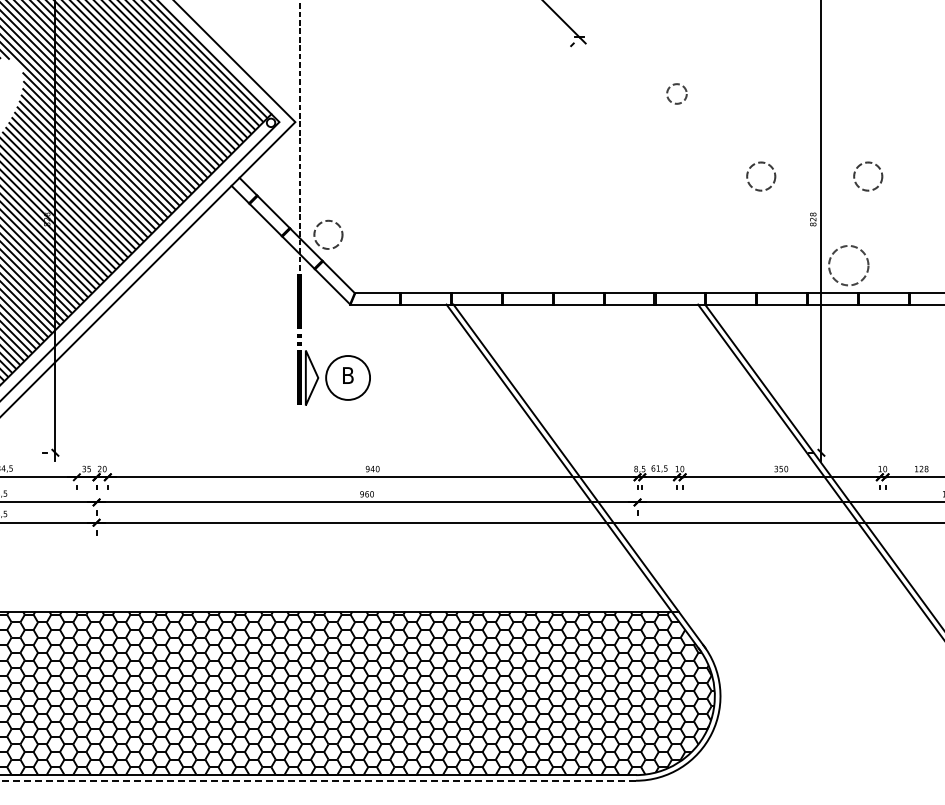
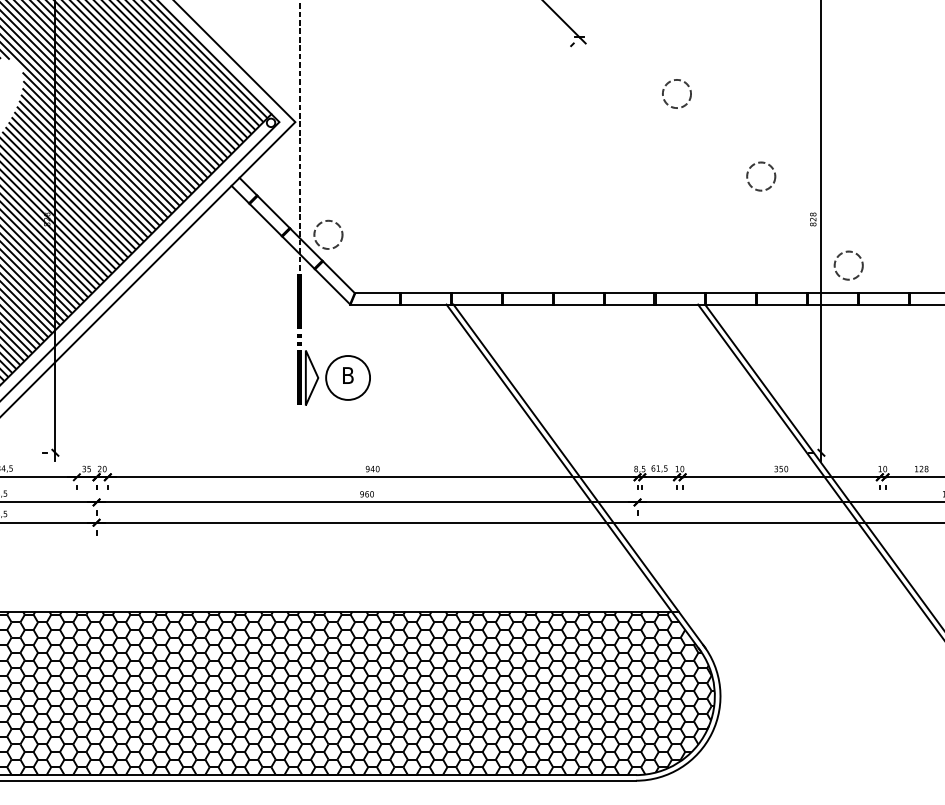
circle at (676, 93) size: 22x22 px -> 30x30 px
circle at (868, 176): present -> none
circle at (848, 265) diameter: 39 px -> 28 px
line at (318, 780): dashed -> solid
